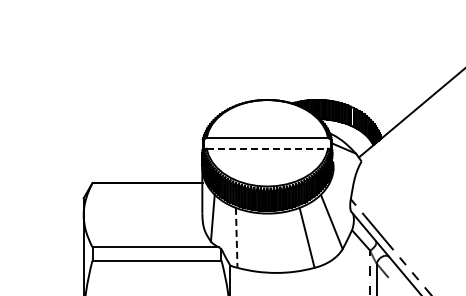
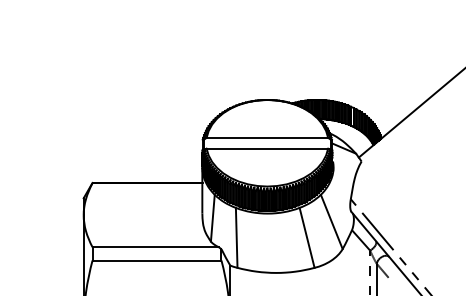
line at (267, 148): dashed -> solid
line at (236, 237): dashed -> solid
